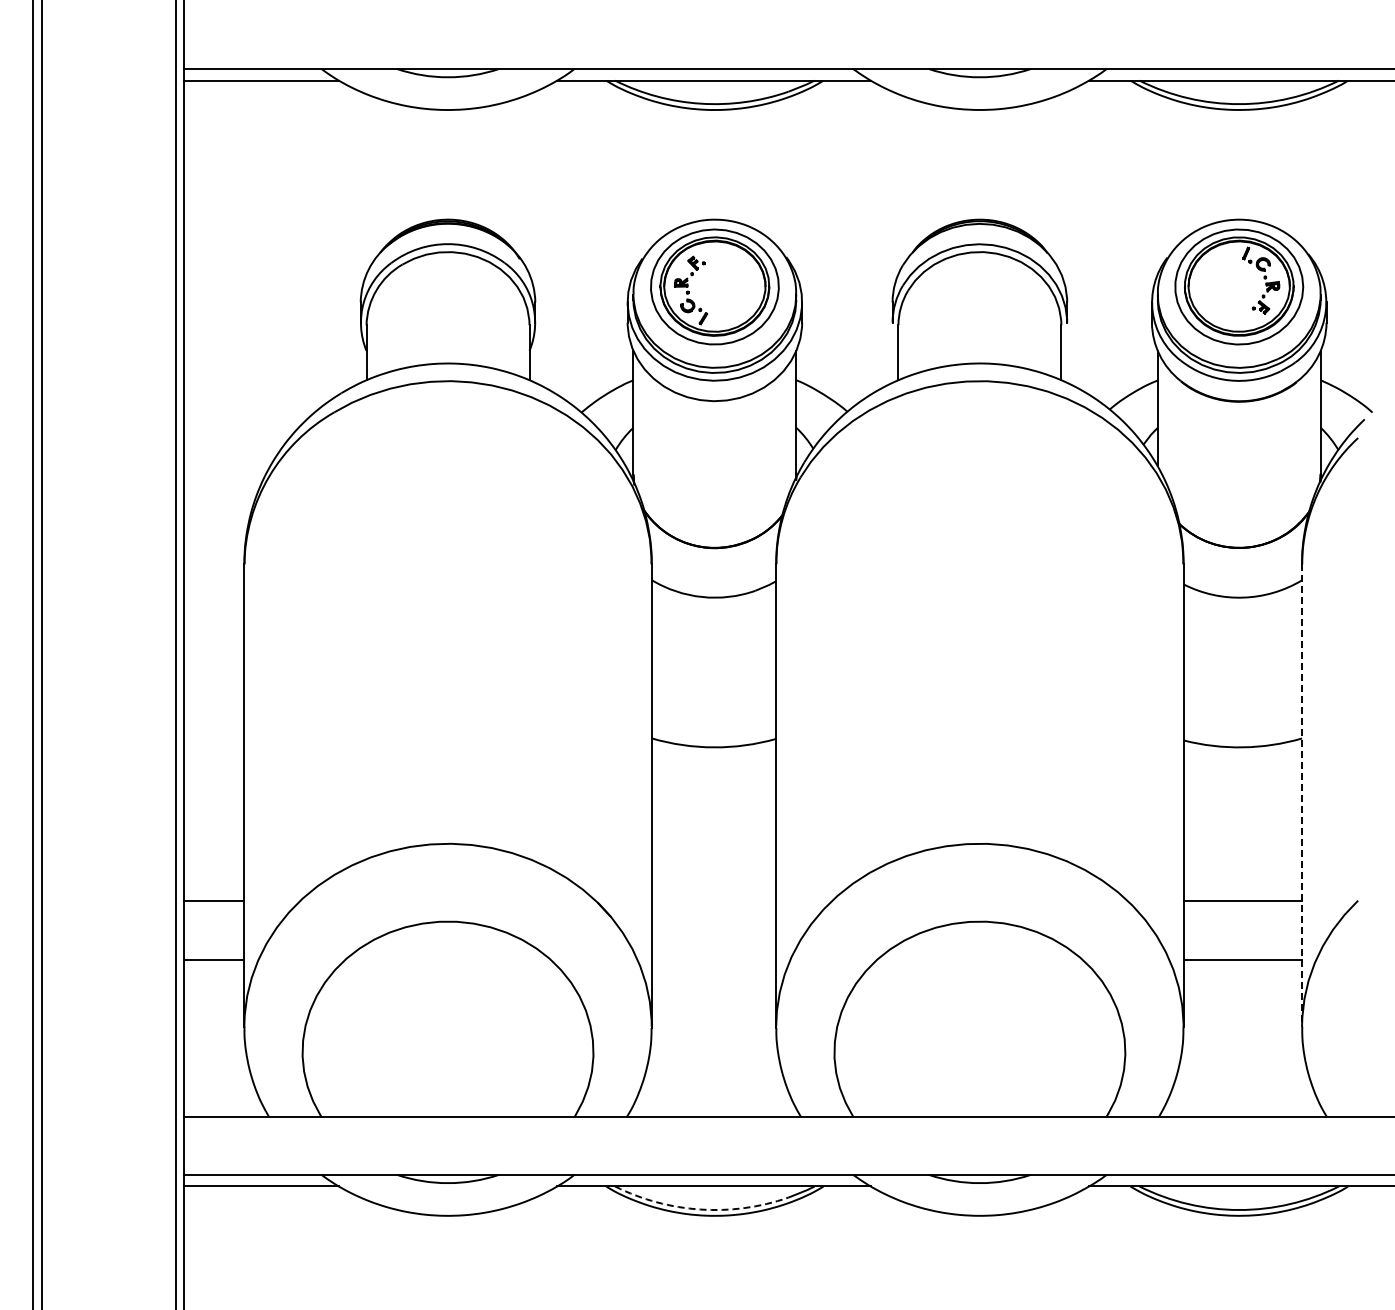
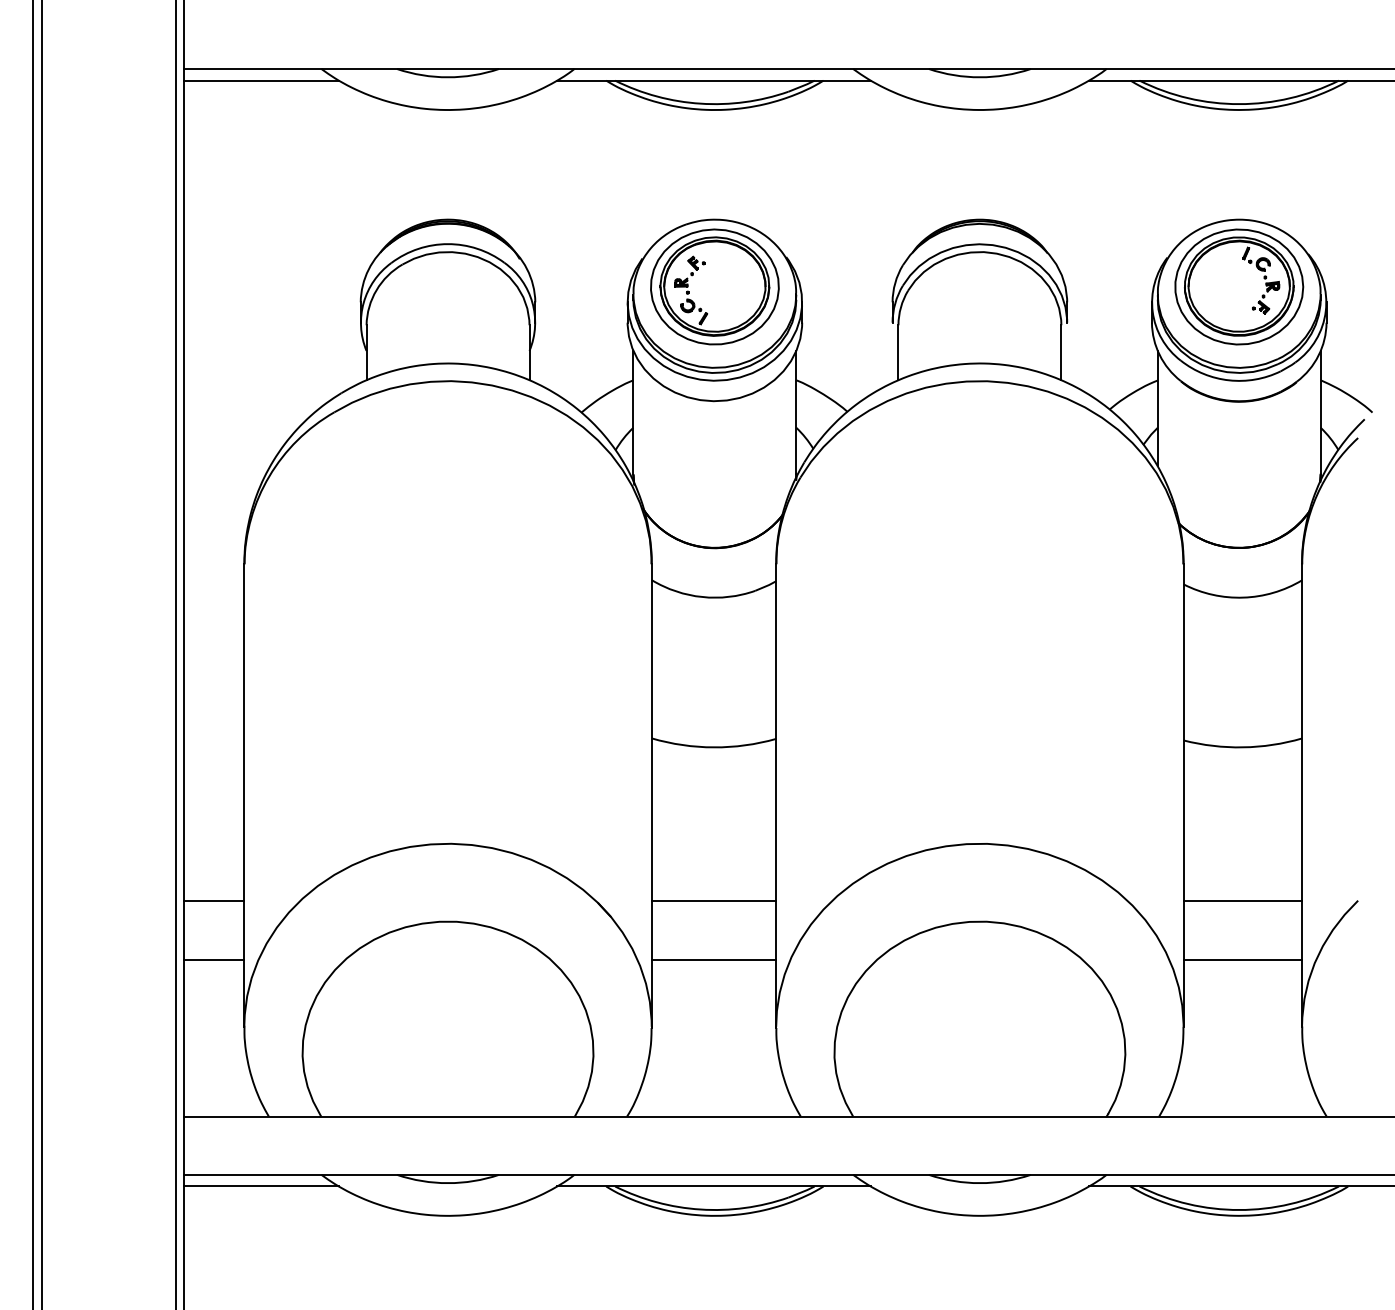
line at (1302, 796): dashed -> solid
line at (713, 901): none -> present
line at (713, 959): none -> present
arc at (700, 1209): dashed -> solid
